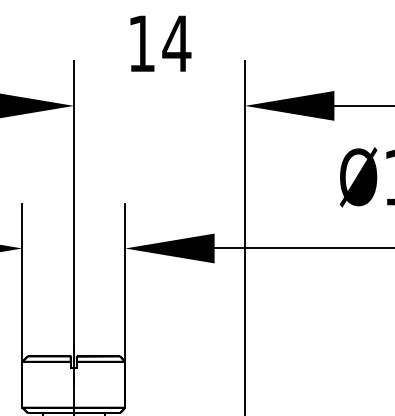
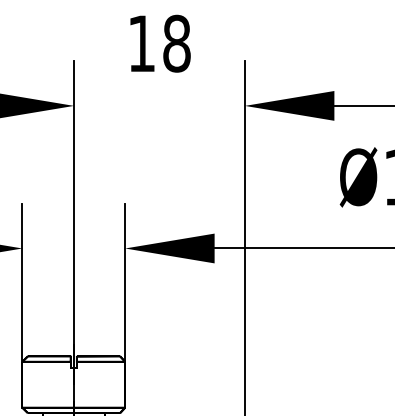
text at (176, 43): 14 -> 18
